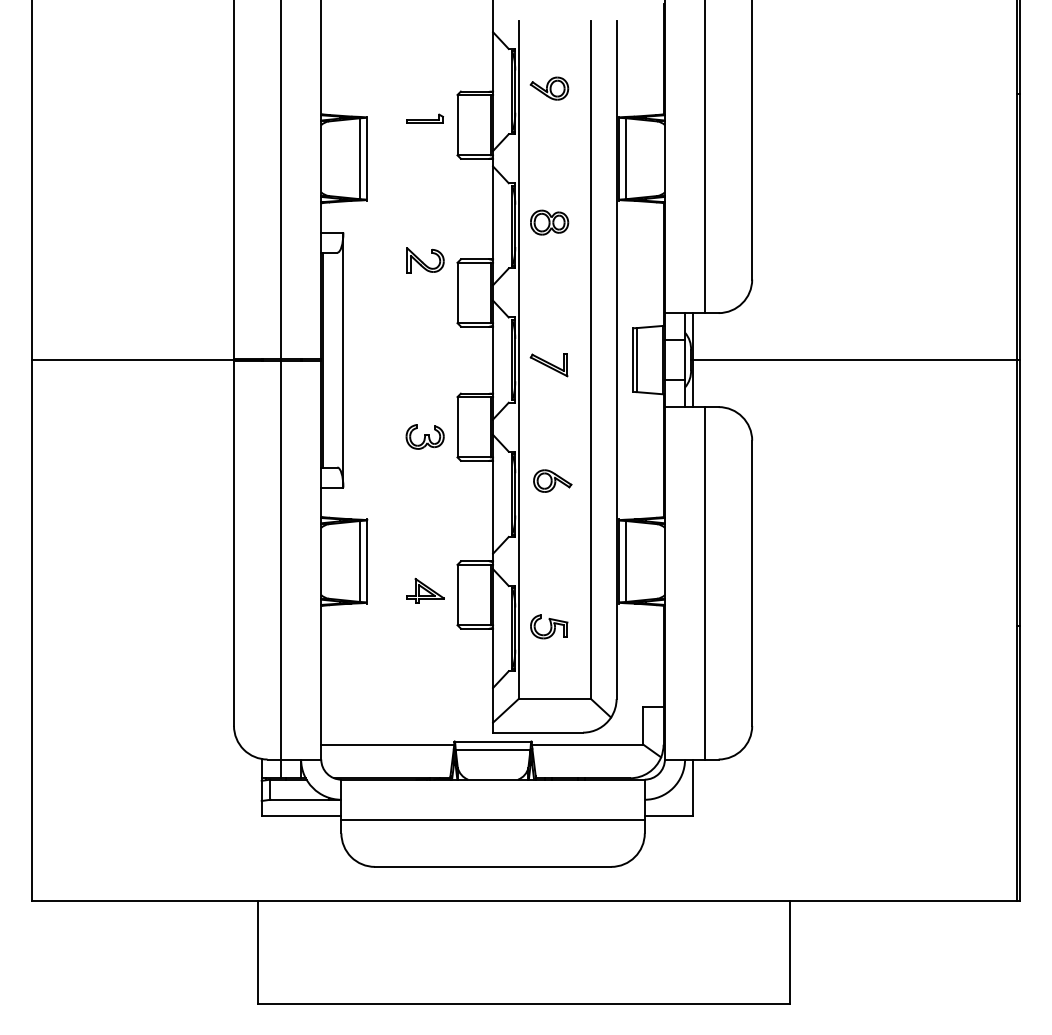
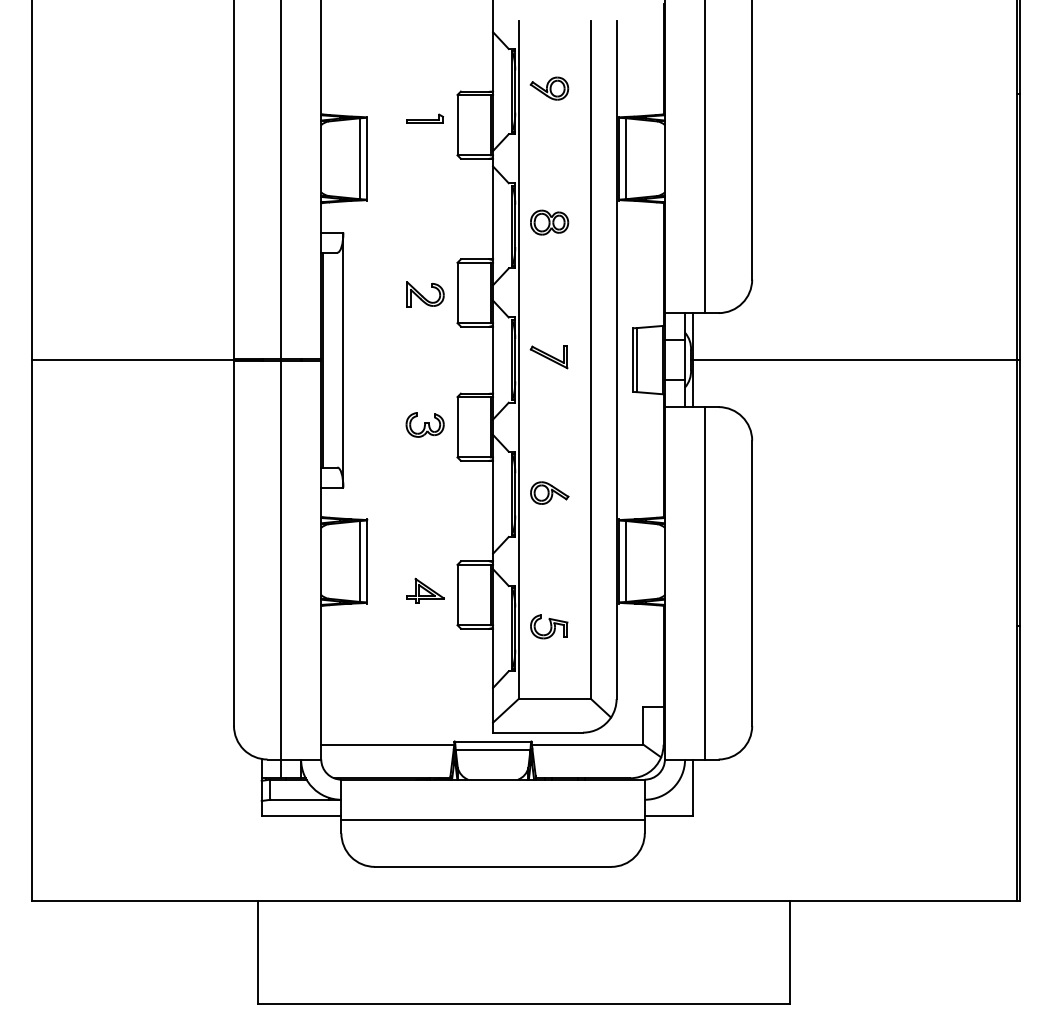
part at (425, 260) position: (425, 260) -> (425, 294)
part at (548, 365) position: (548, 365) -> (548, 357)
part at (424, 436) position: (424, 436) -> (424, 424)
part at (552, 480) position: (552, 480) -> (549, 492)
